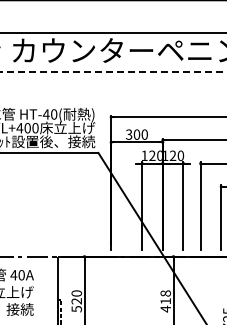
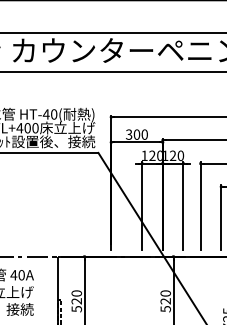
line at (113, 72): dashed -> solid
text at (165, 301): 418 -> 520
